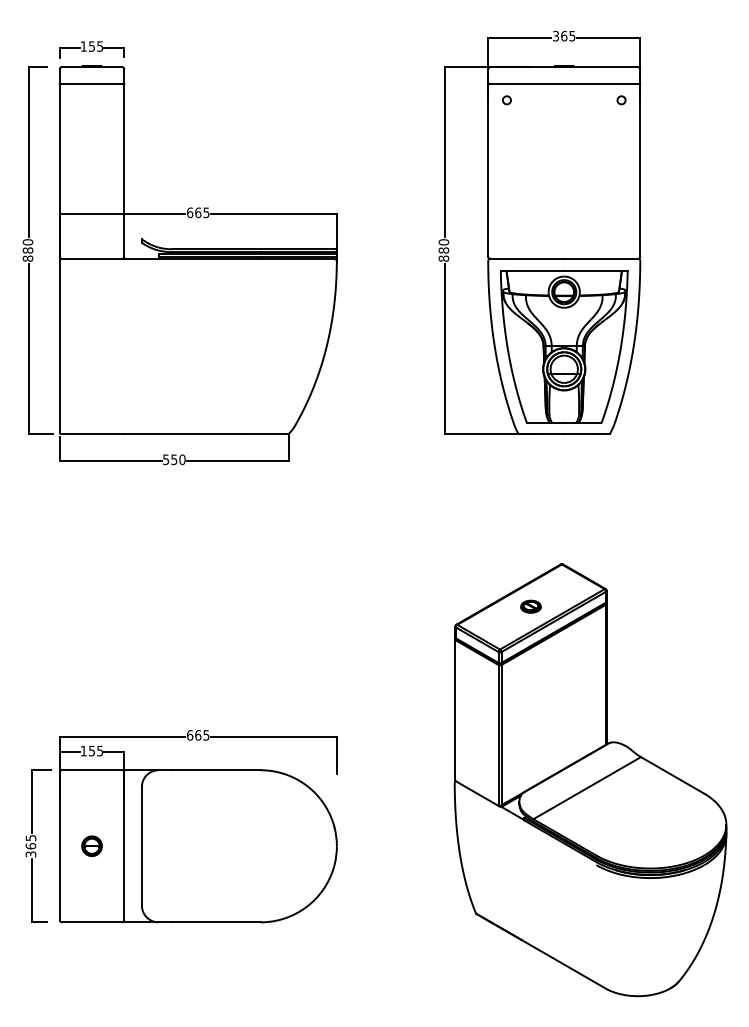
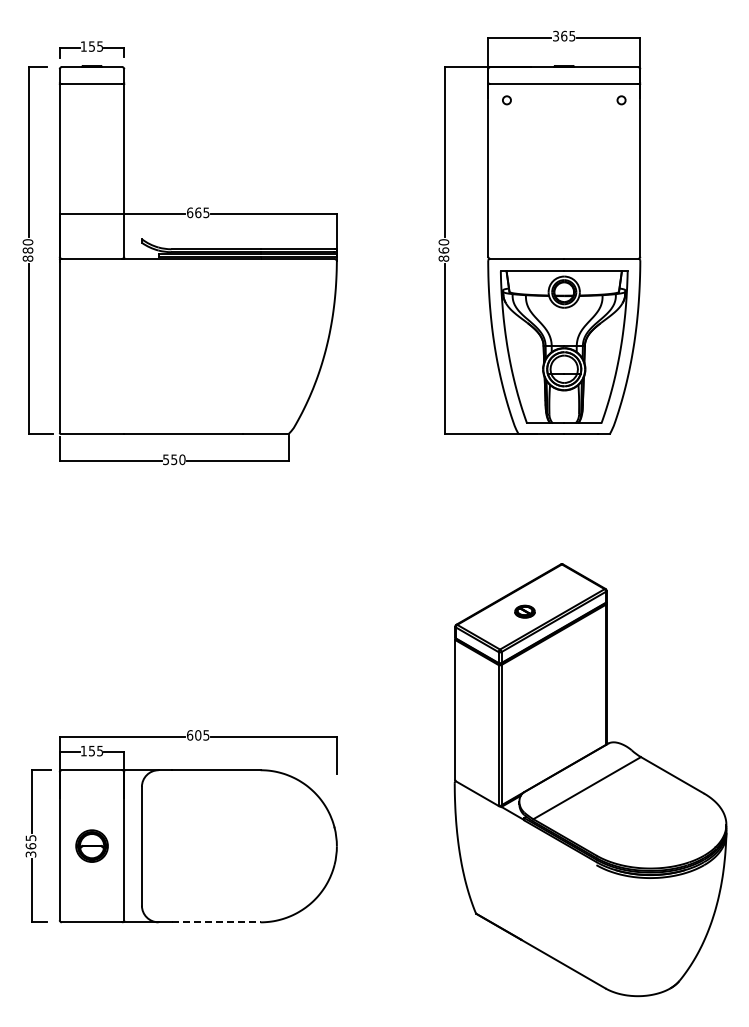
text at (443, 250): 880 -> 860
part at (530, 606) position: (530, 606) -> (524, 611)
text at (198, 735): 665 -> 605
part at (91, 846) size: 22x23 px -> 34x34 px
line at (216, 922): solid -> dashed
